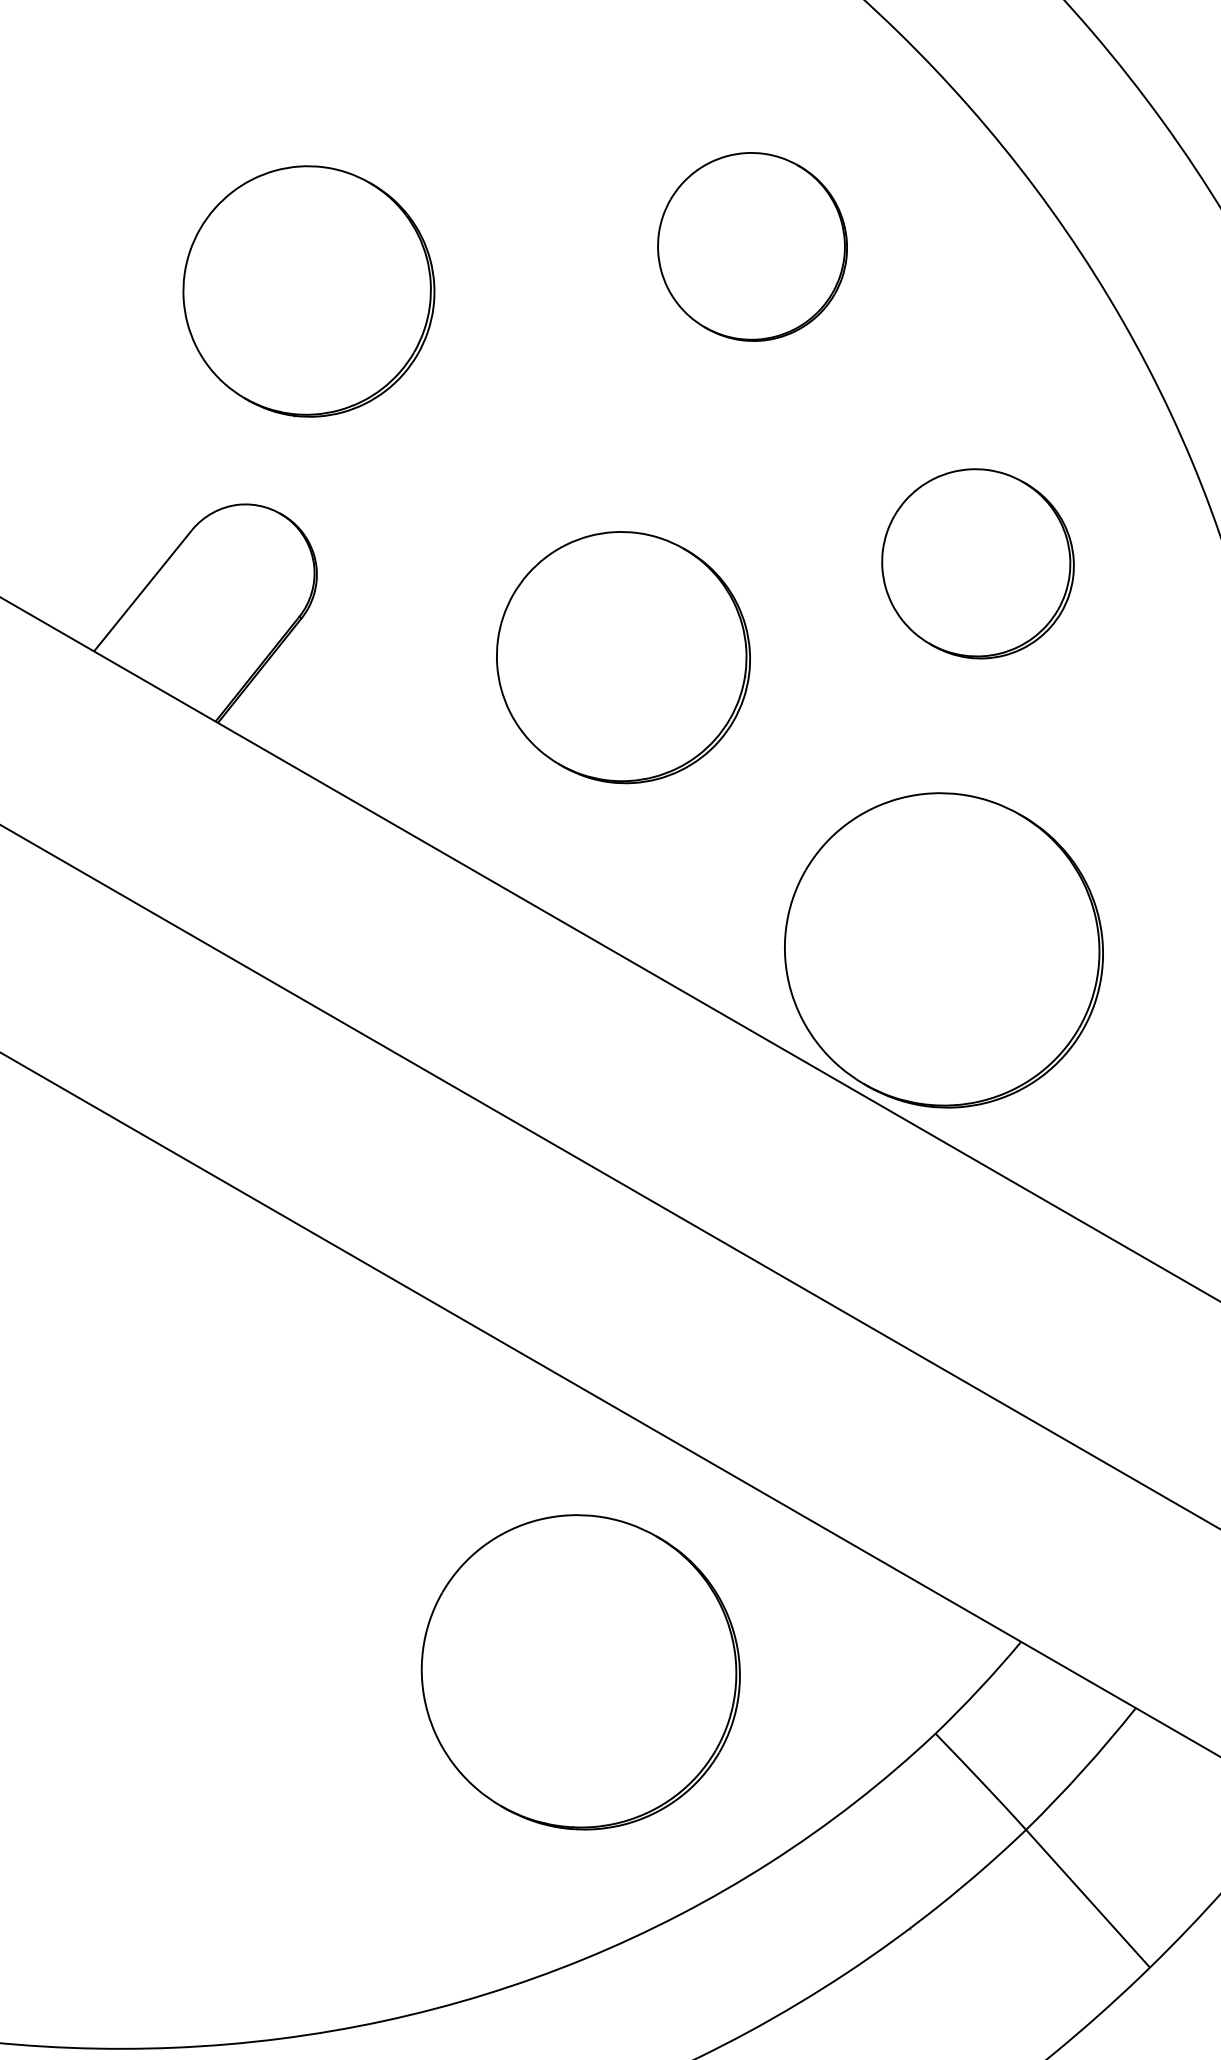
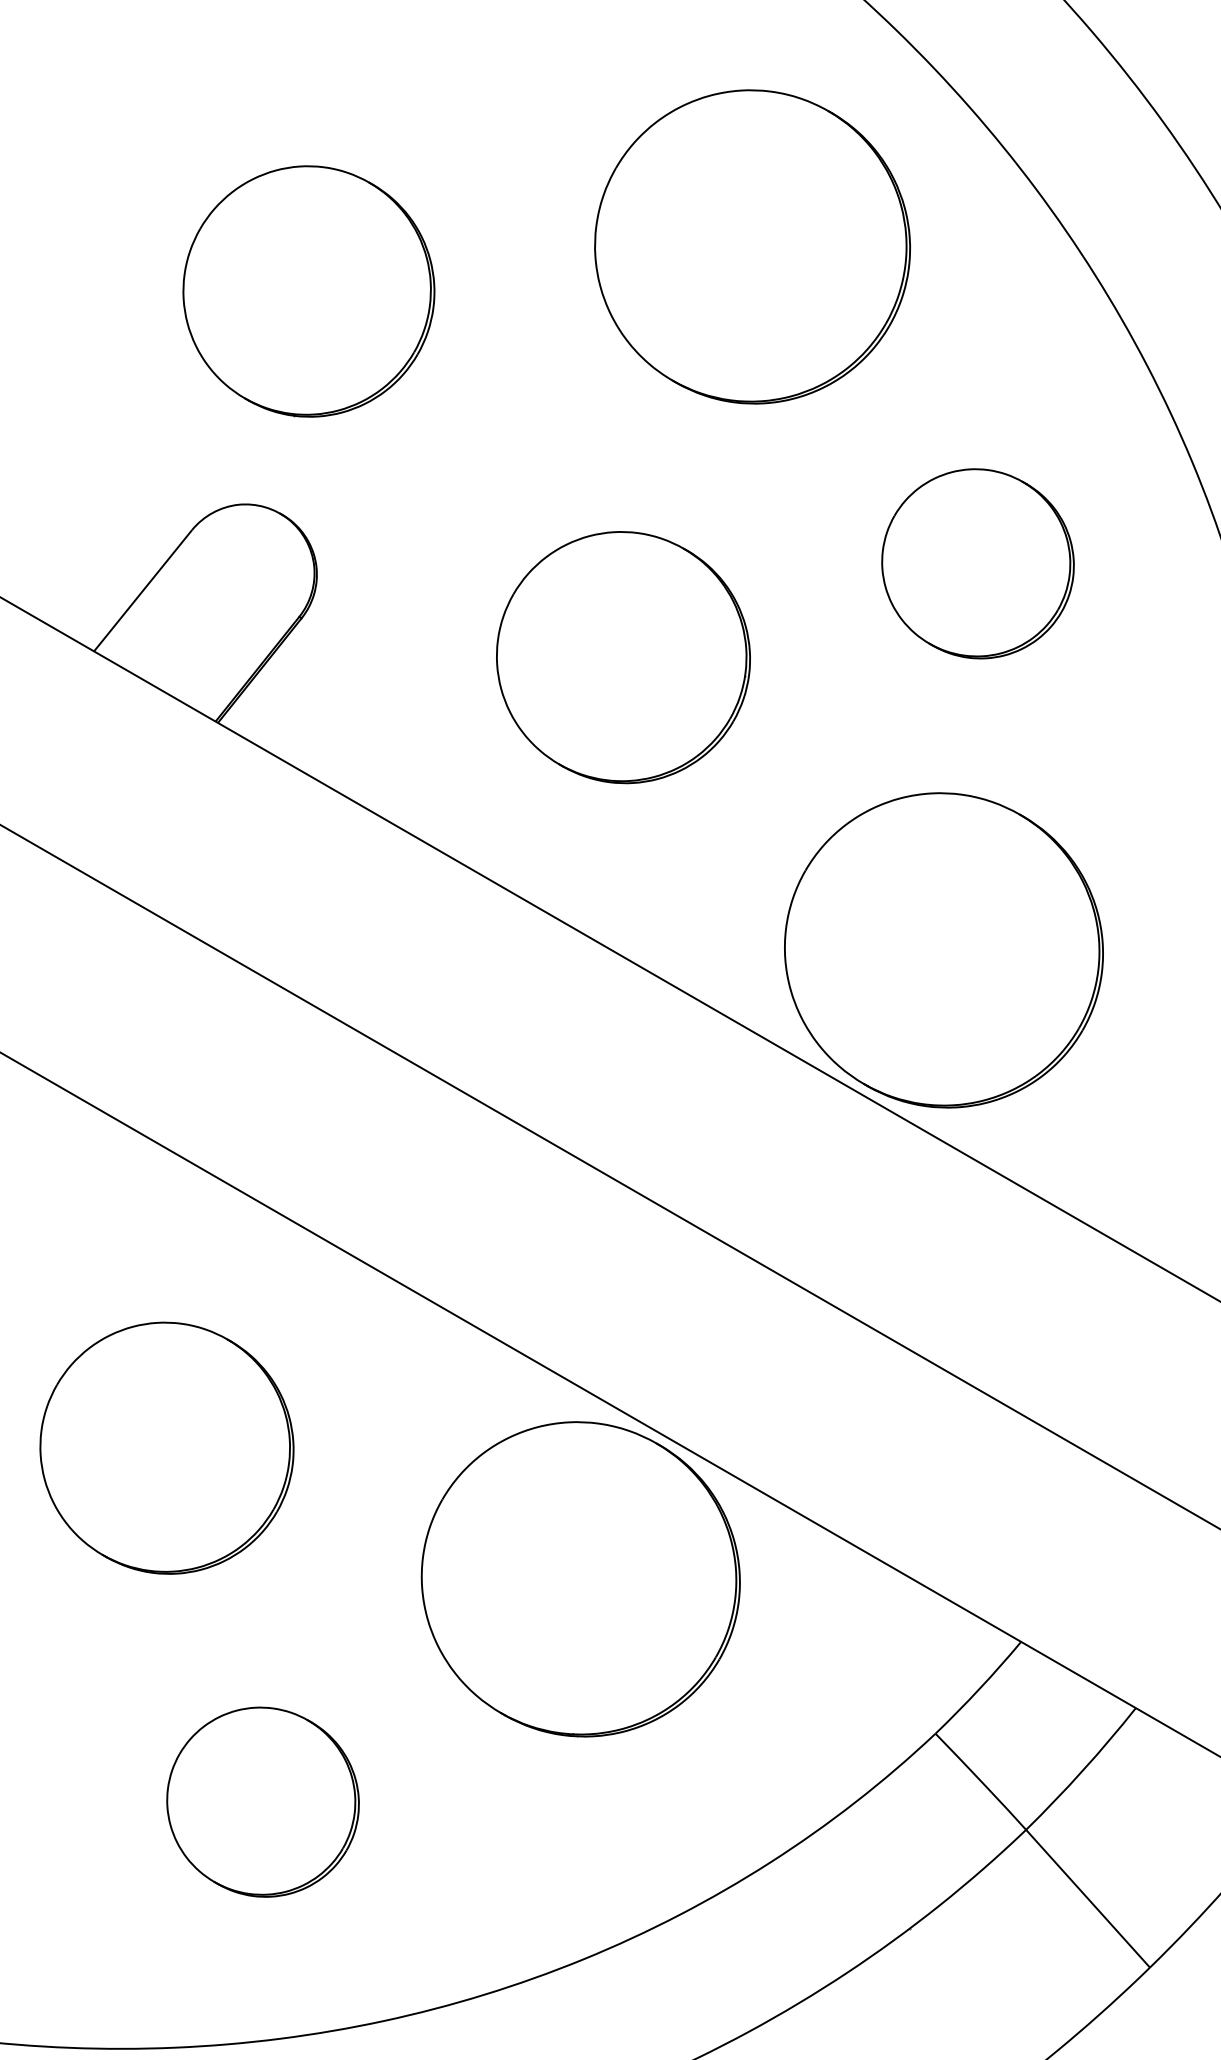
part at (752, 246) size: 191x190 px -> 317x316 px
part at (166, 1447): none -> present
part at (580, 1672) position: (580, 1672) -> (580, 1579)
part at (262, 1801): none -> present
